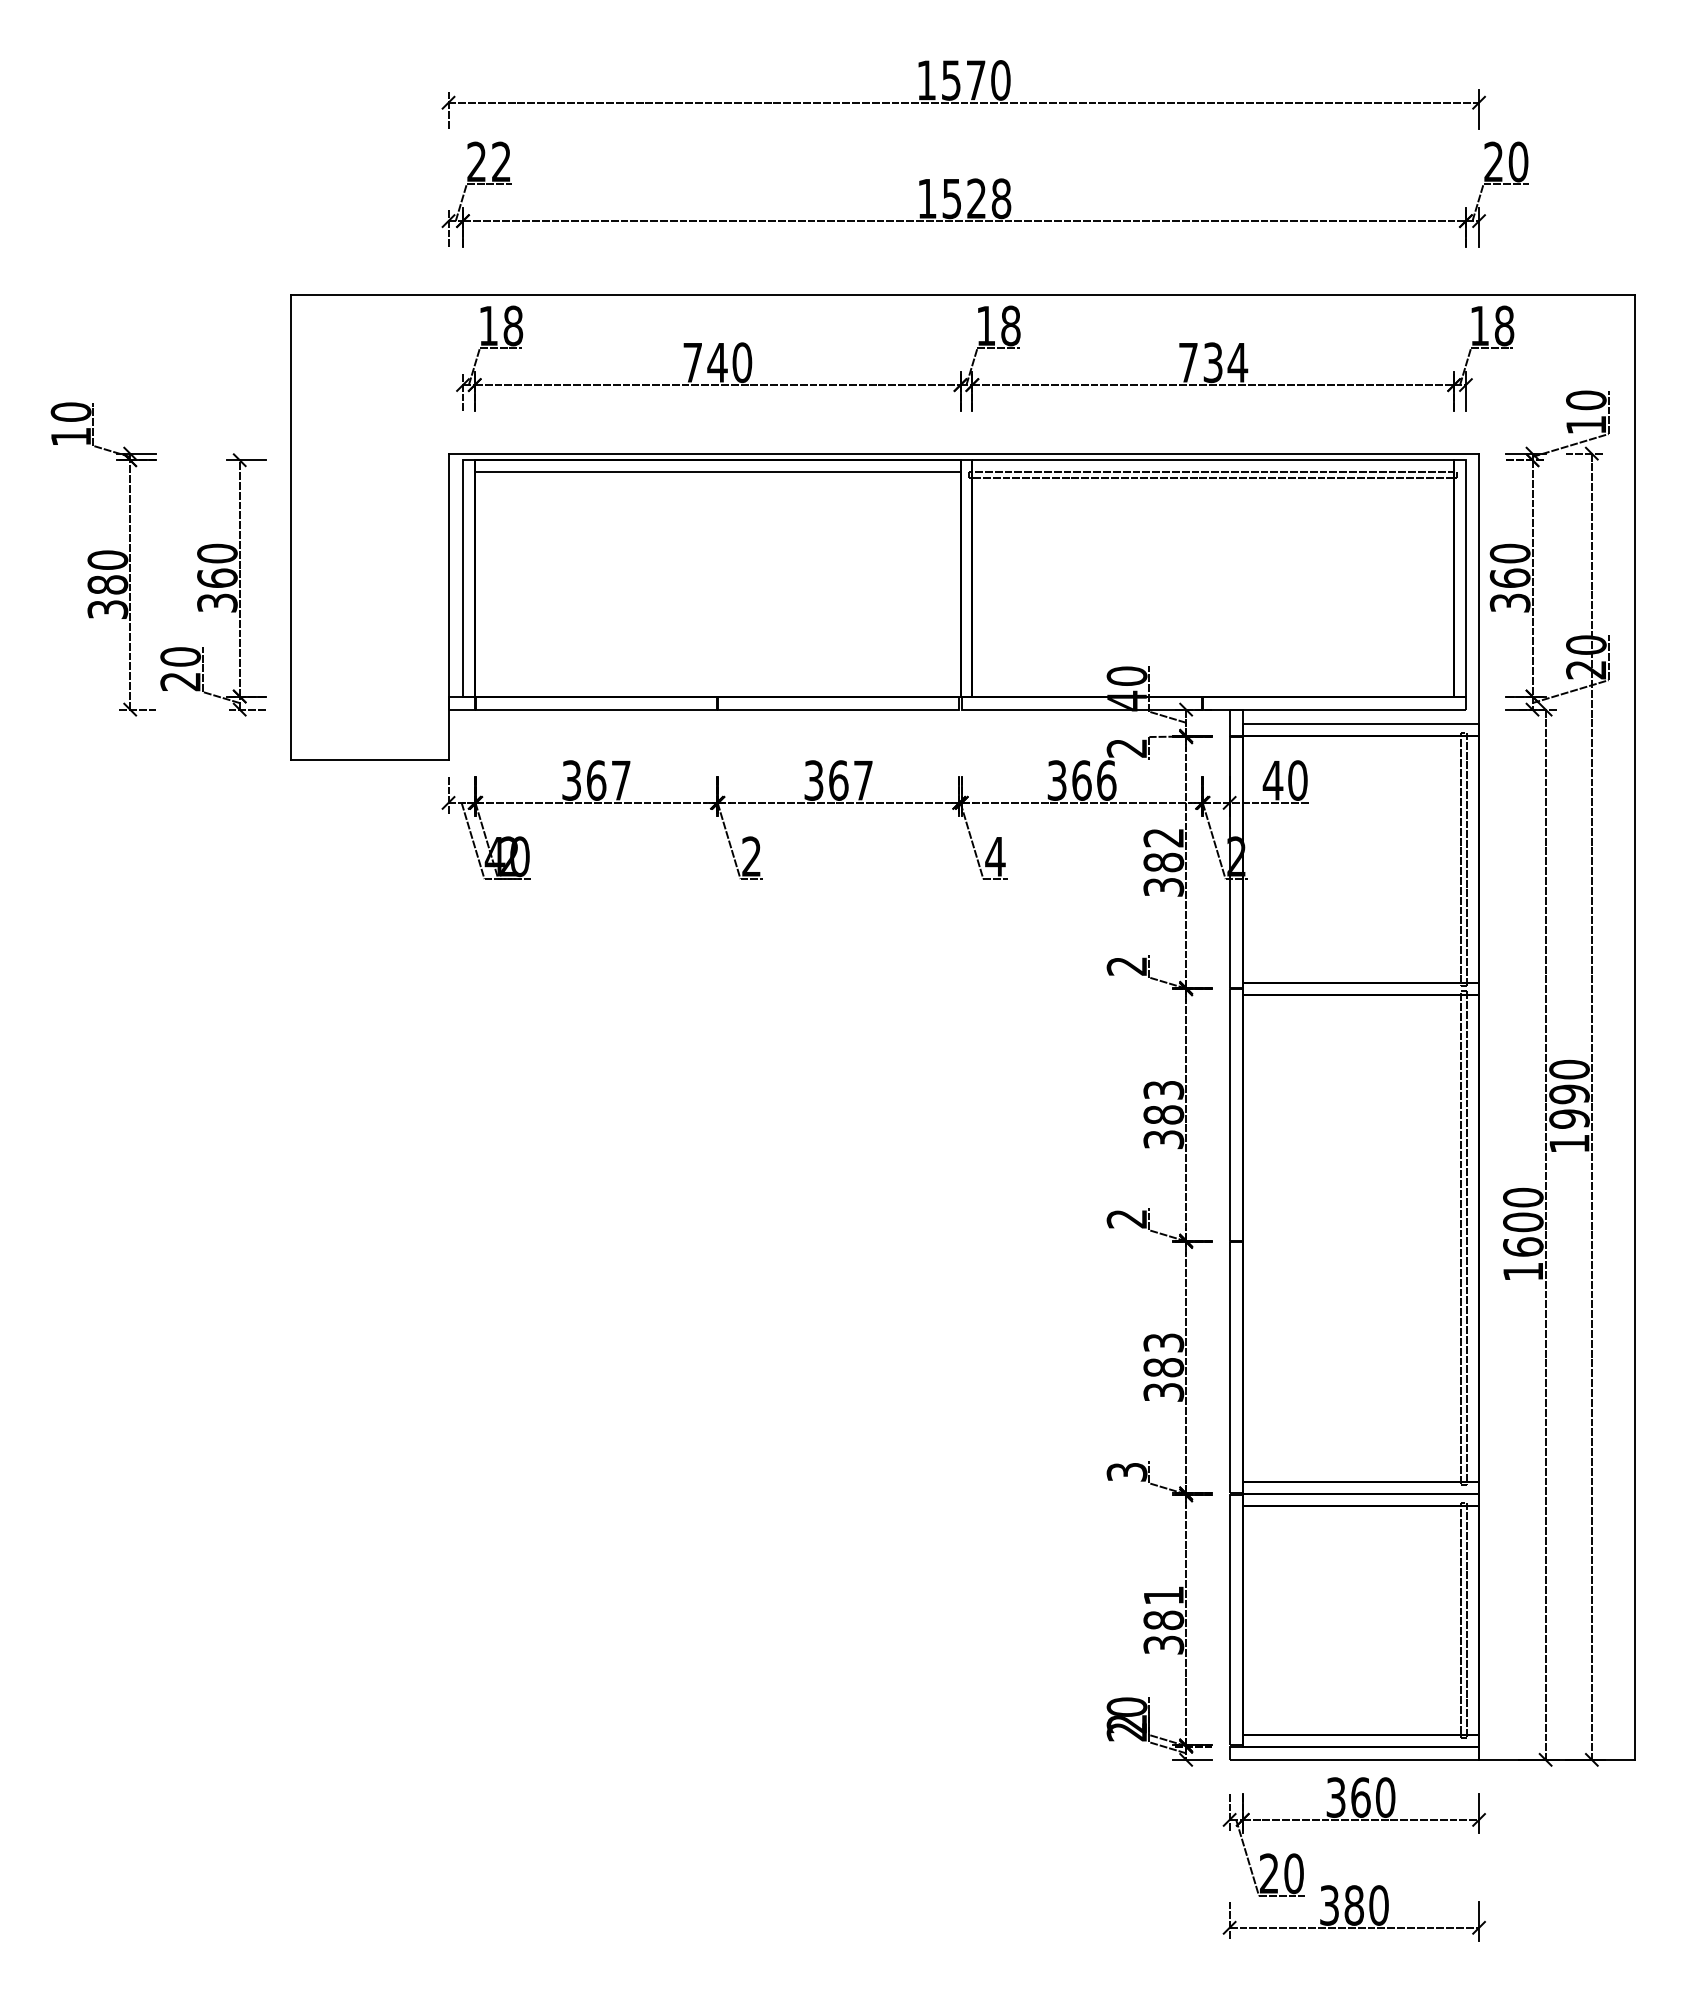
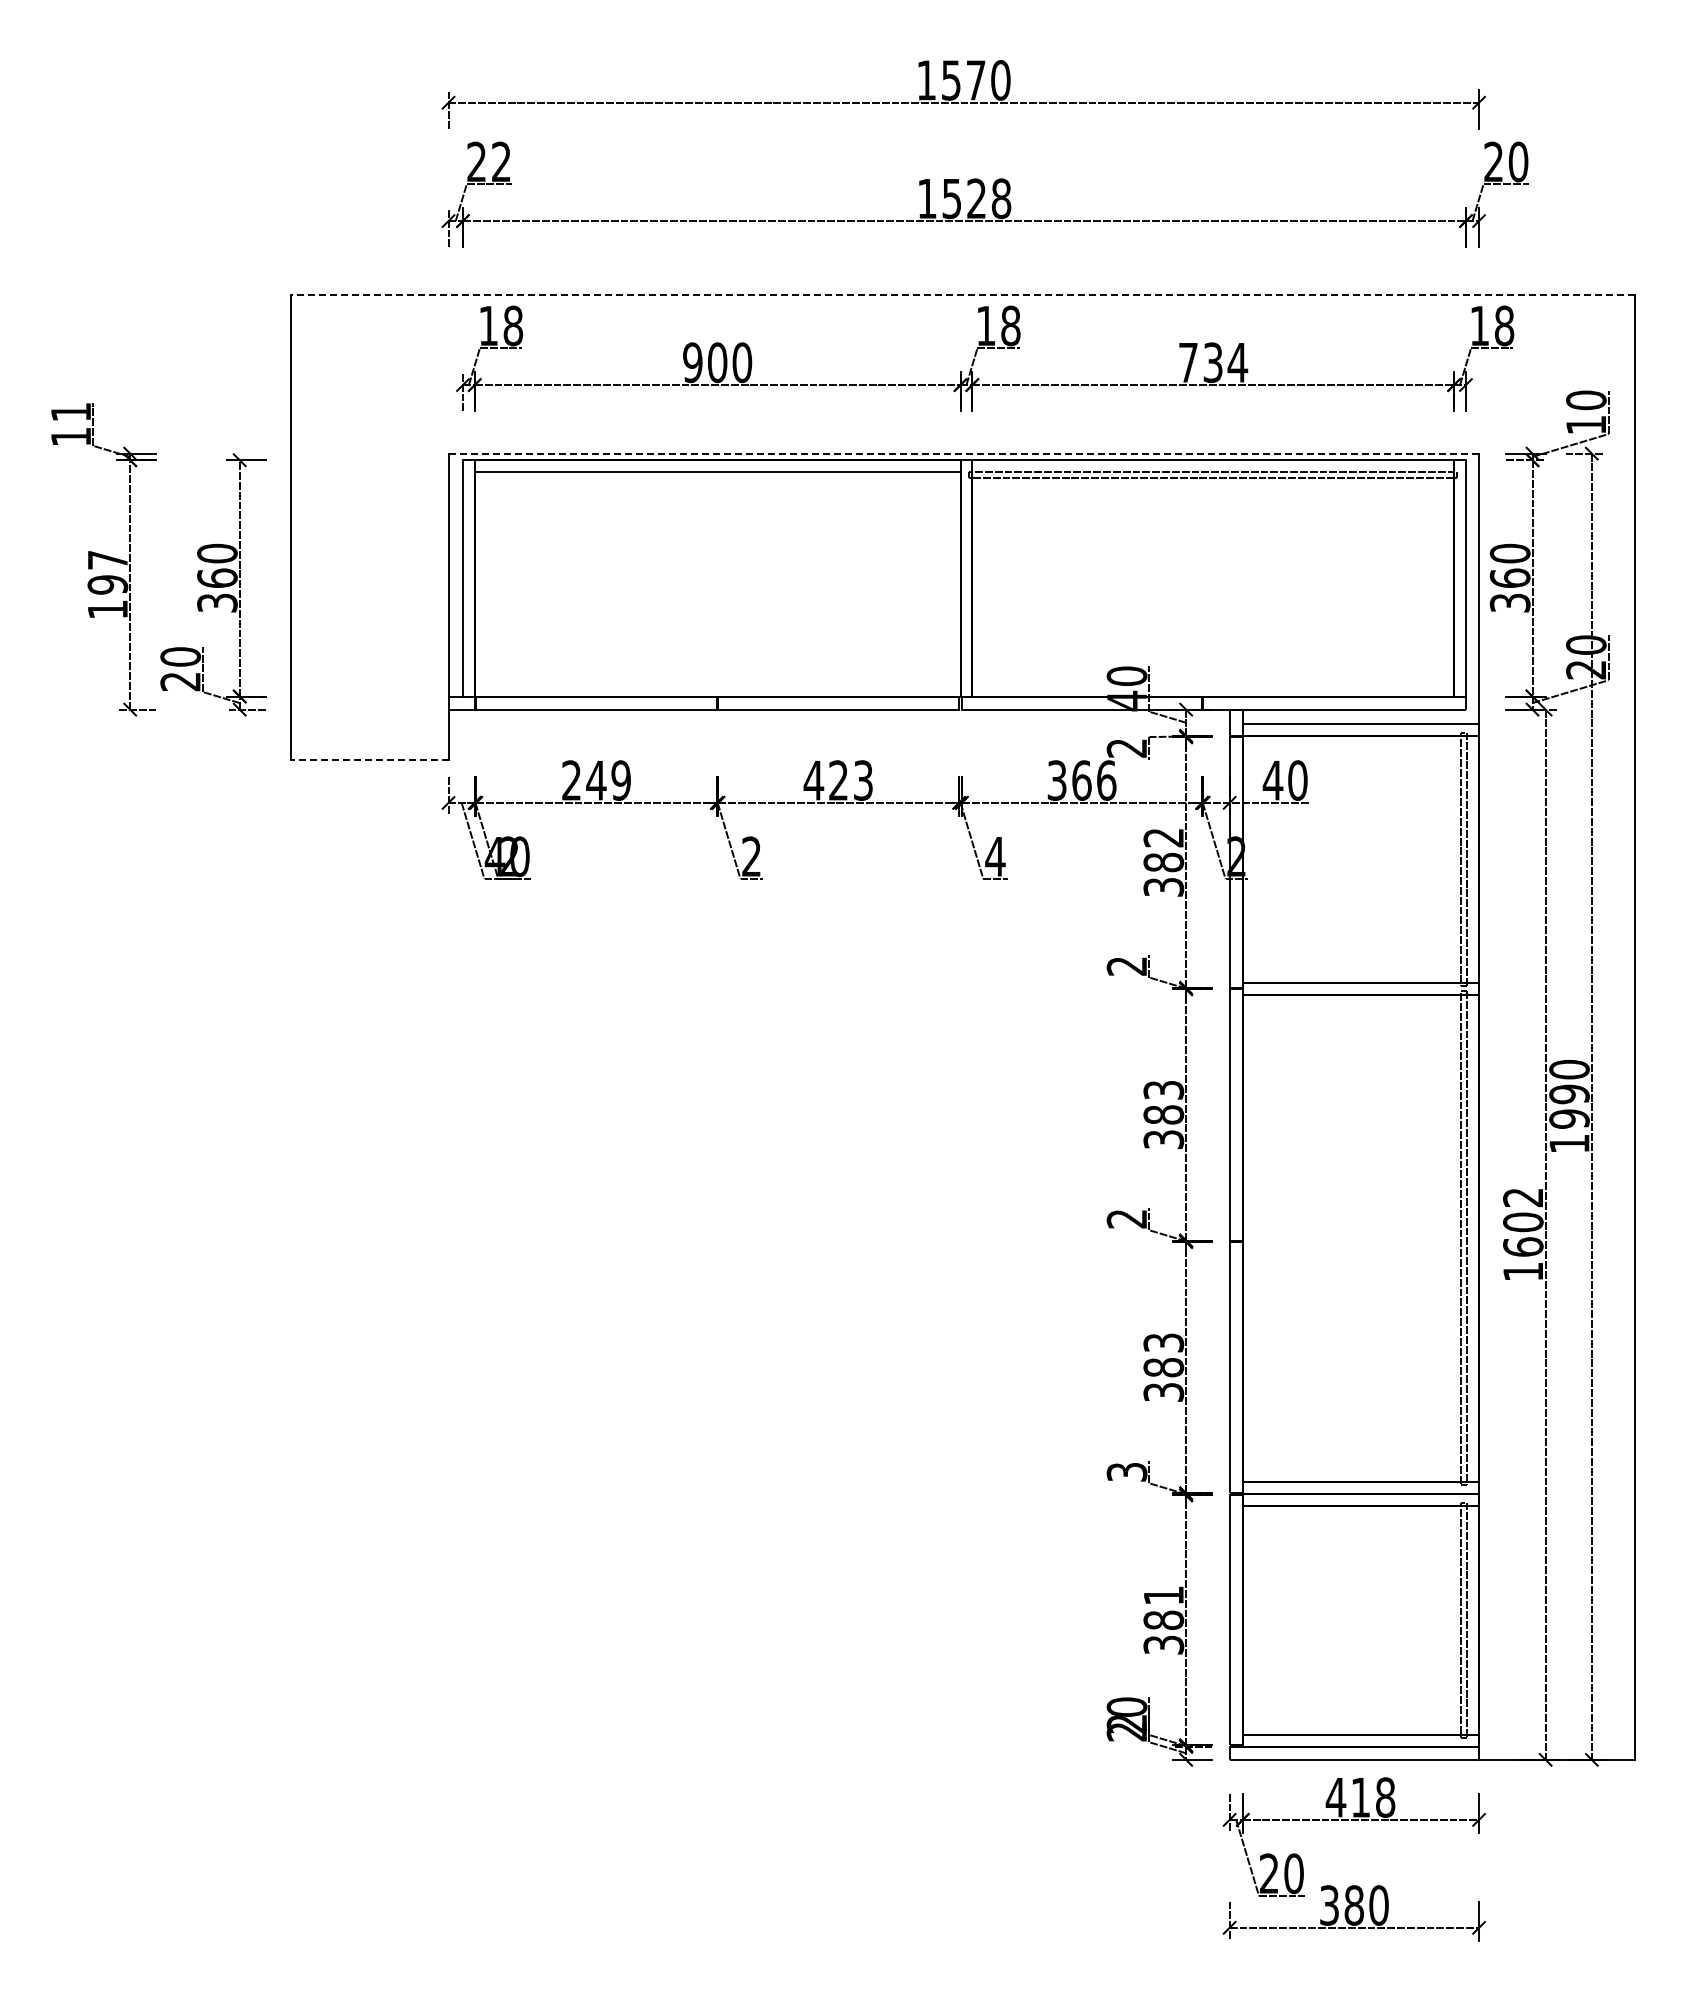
line at (962, 295): solid -> dashed
text at (705, 362): 740 -> 900
text at (70, 411): 10 -> 11
line at (964, 453): solid -> dashed
text at (107, 584): 380 -> 197
line at (369, 759): solid -> dashed
text at (596, 780): 367 -> 249
text at (837, 780): 367 -> 423
text at (1523, 1197): 1600 -> 1602
text at (1360, 1797): 360 -> 418
